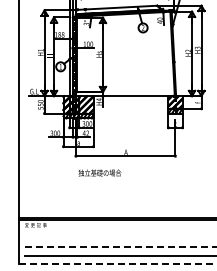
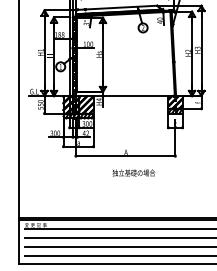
text at (99, 172) position: (99, 172) -> (133, 172)
line at (118, 229): none -> present
line at (118, 237): none -> present
line at (120, 246): dashed -> solid
line at (118, 264): dashed -> solid
